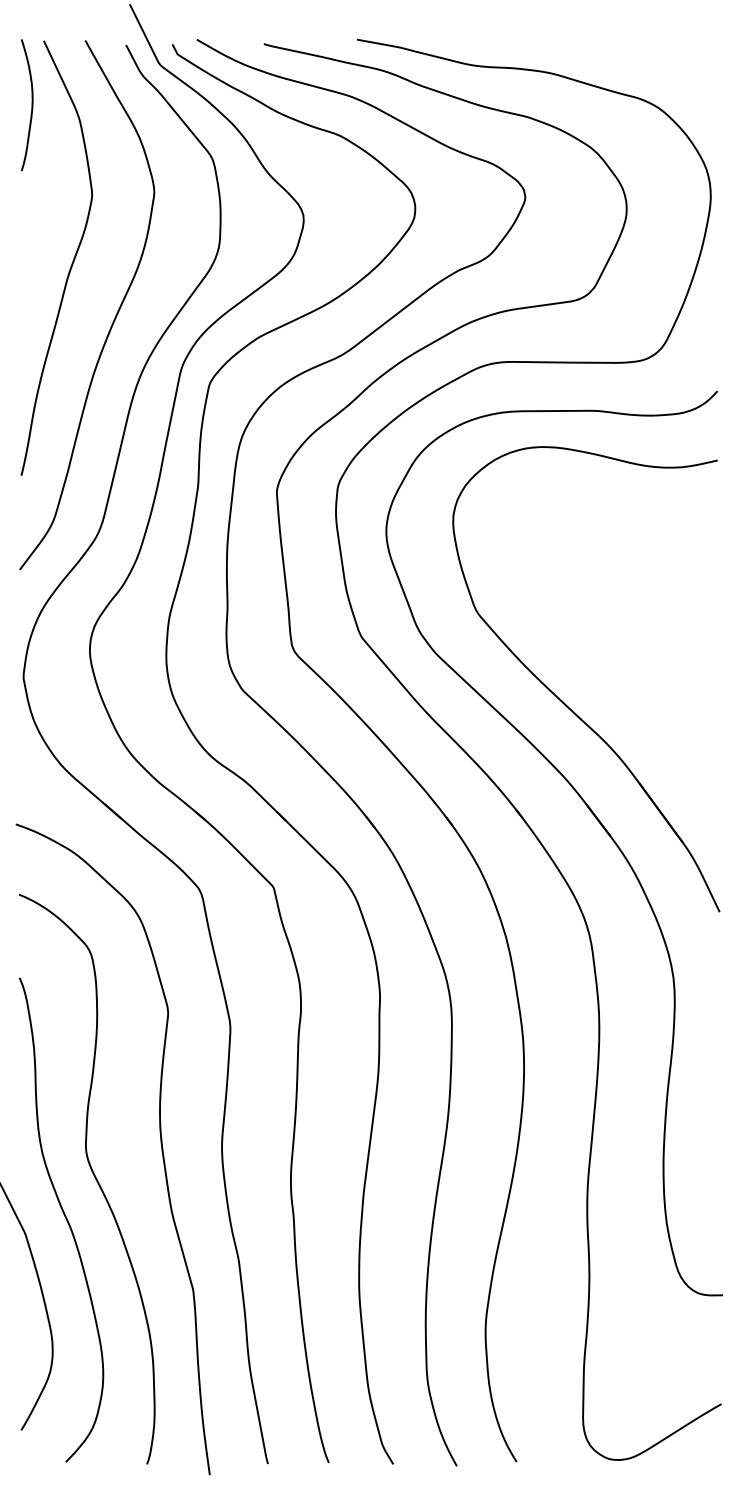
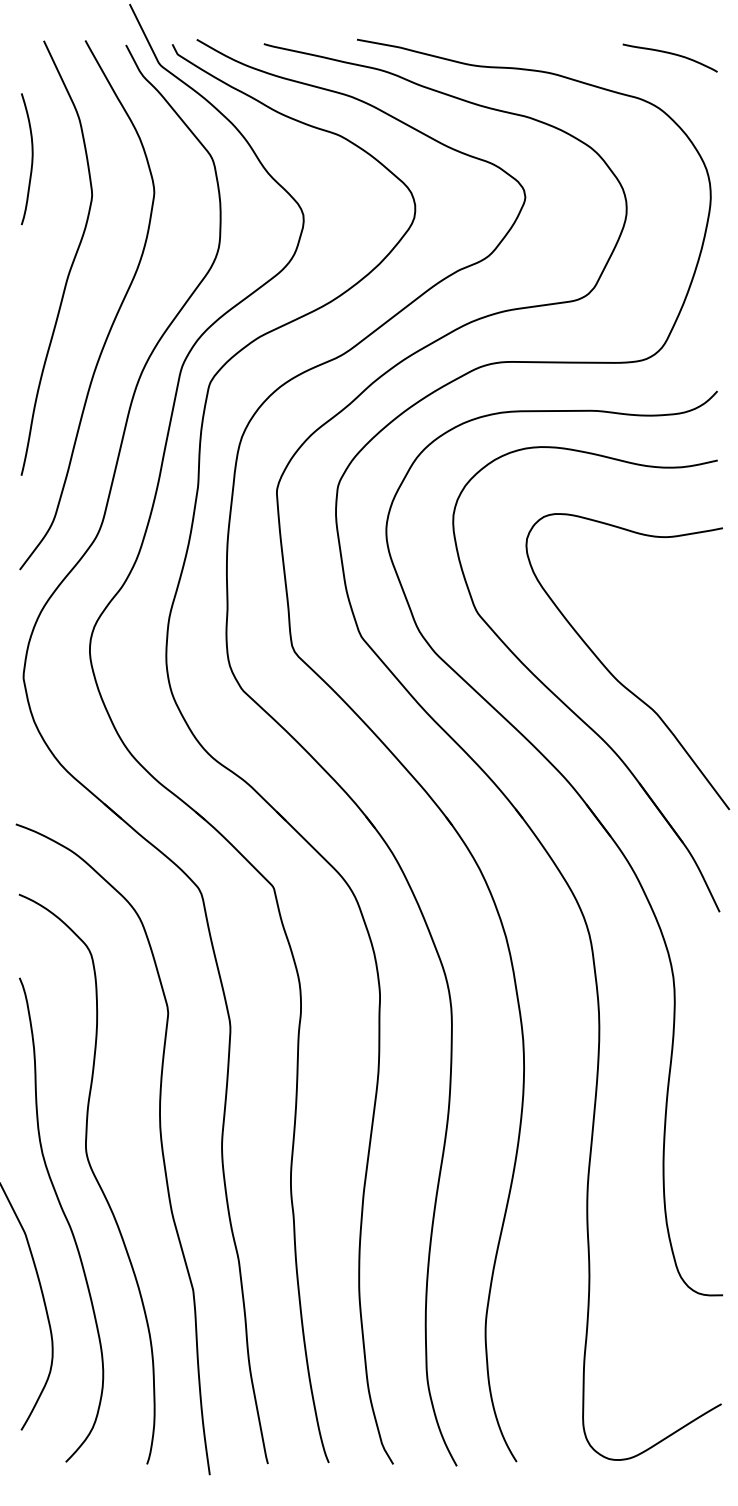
curve at (670, 54): none -> present
curve at (31, 105) position: (31, 105) -> (31, 159)
curve at (613, 674): none -> present
